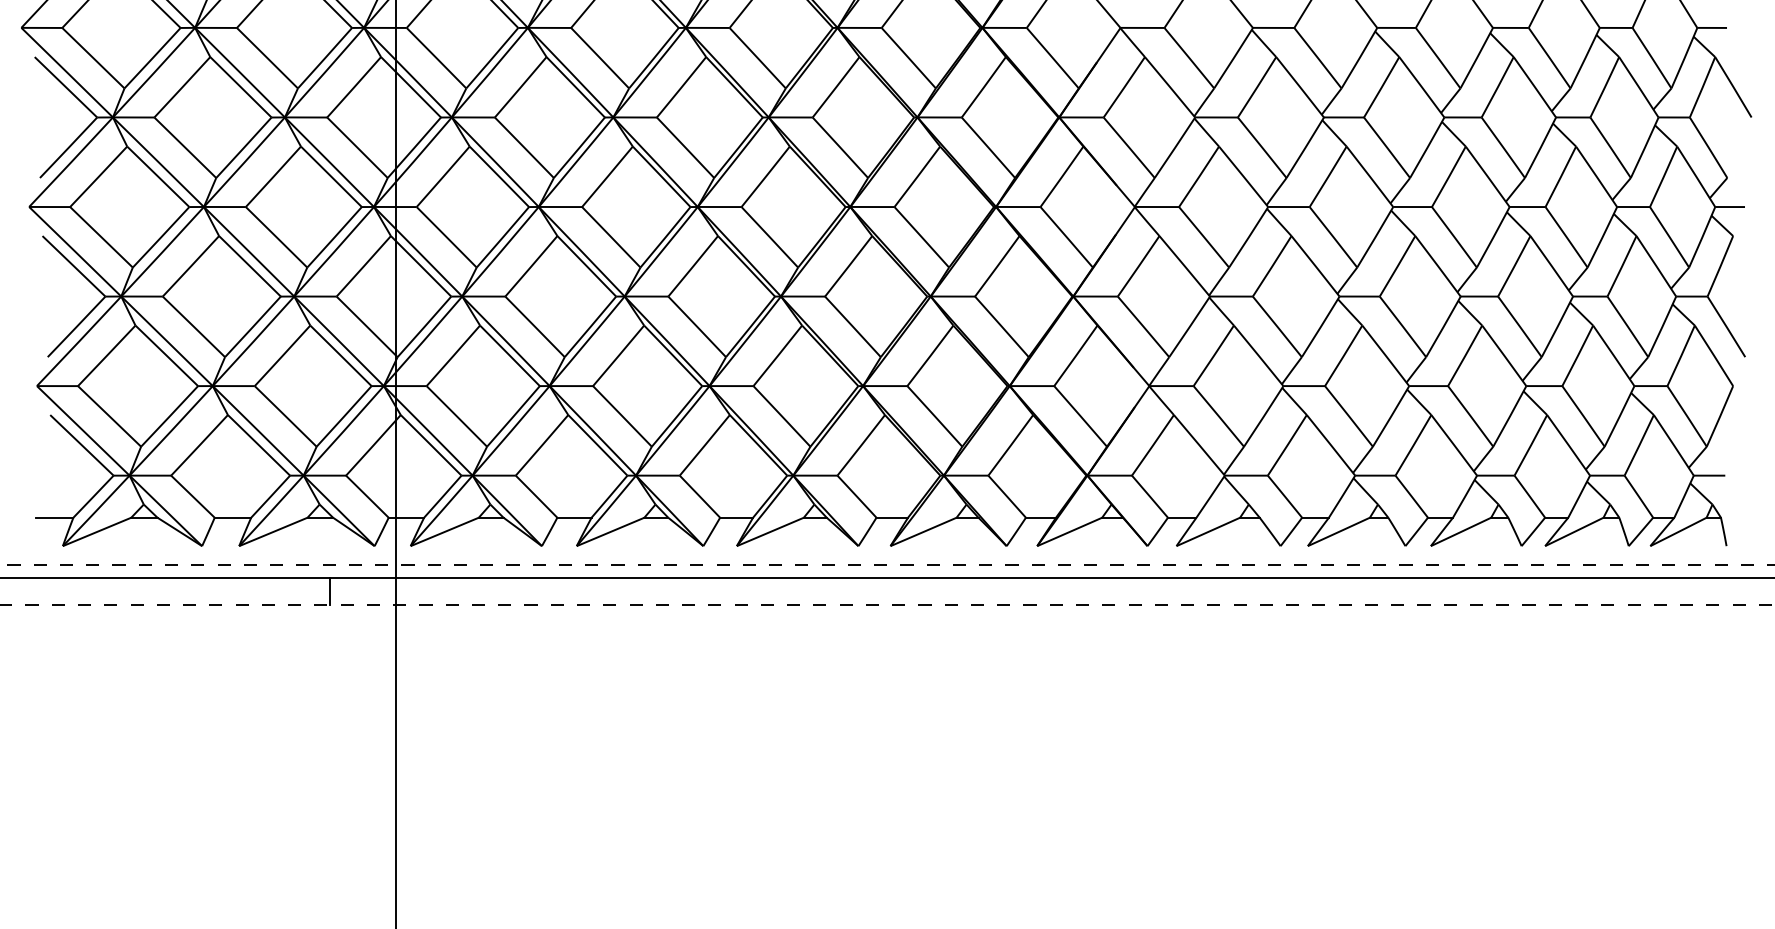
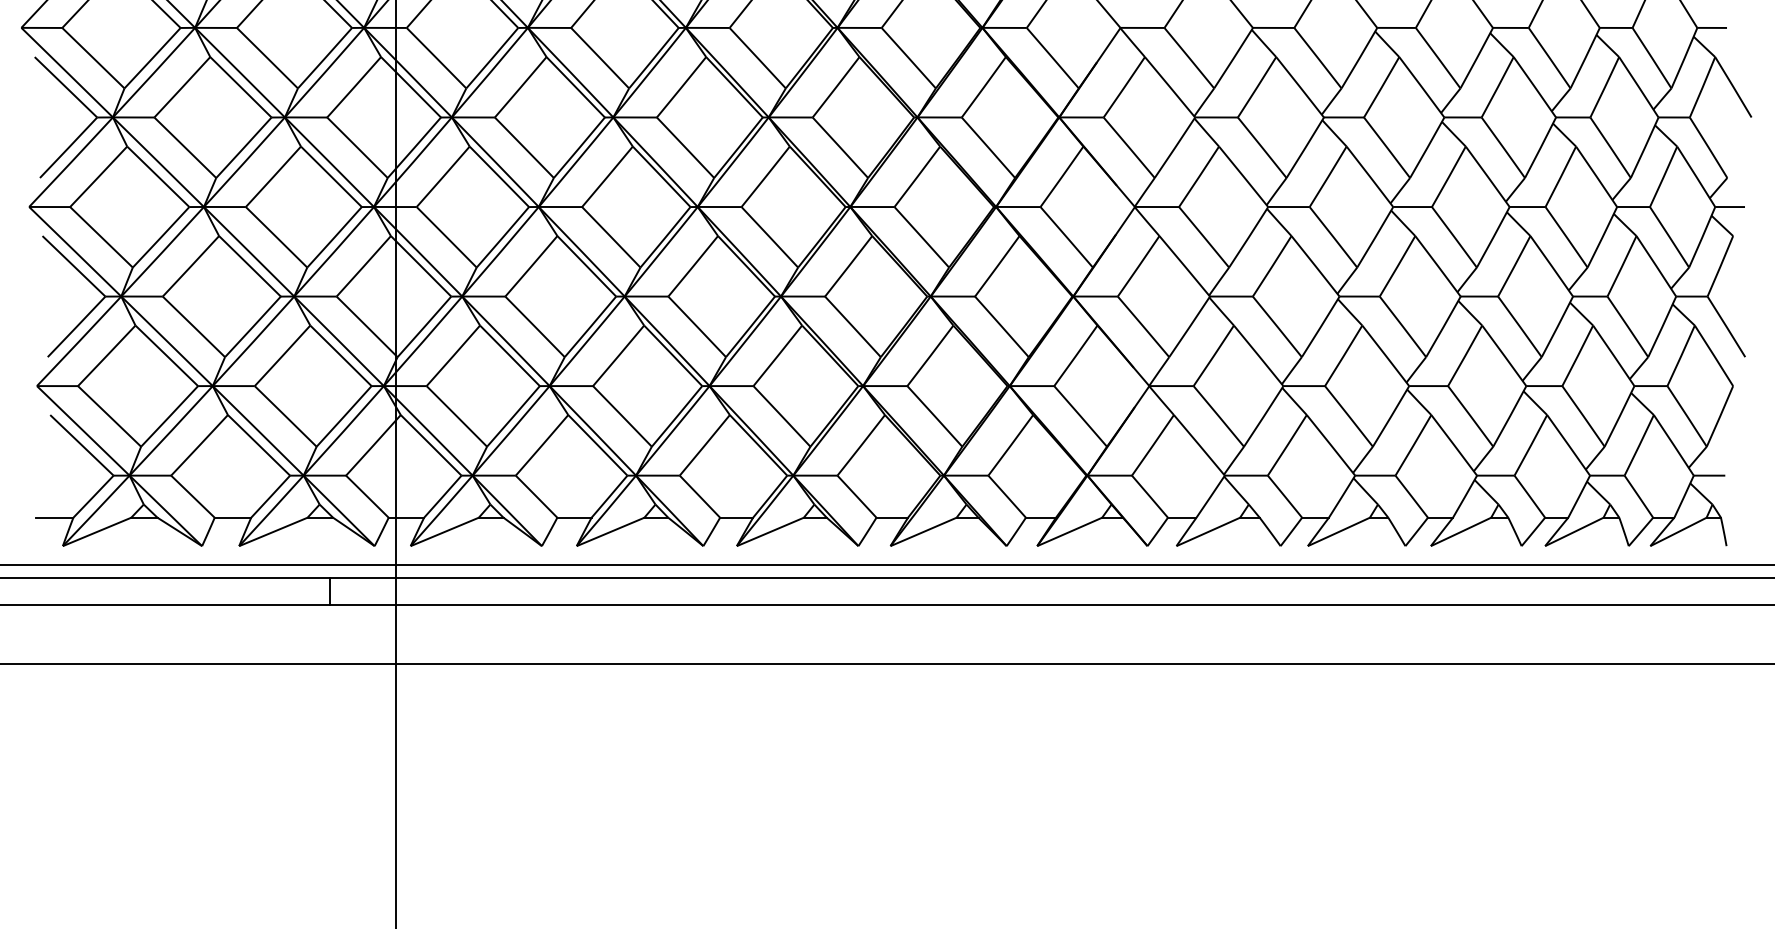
line at (888, 565): dashed -> solid
line at (888, 604): dashed -> solid
line at (886, 664): none -> present
